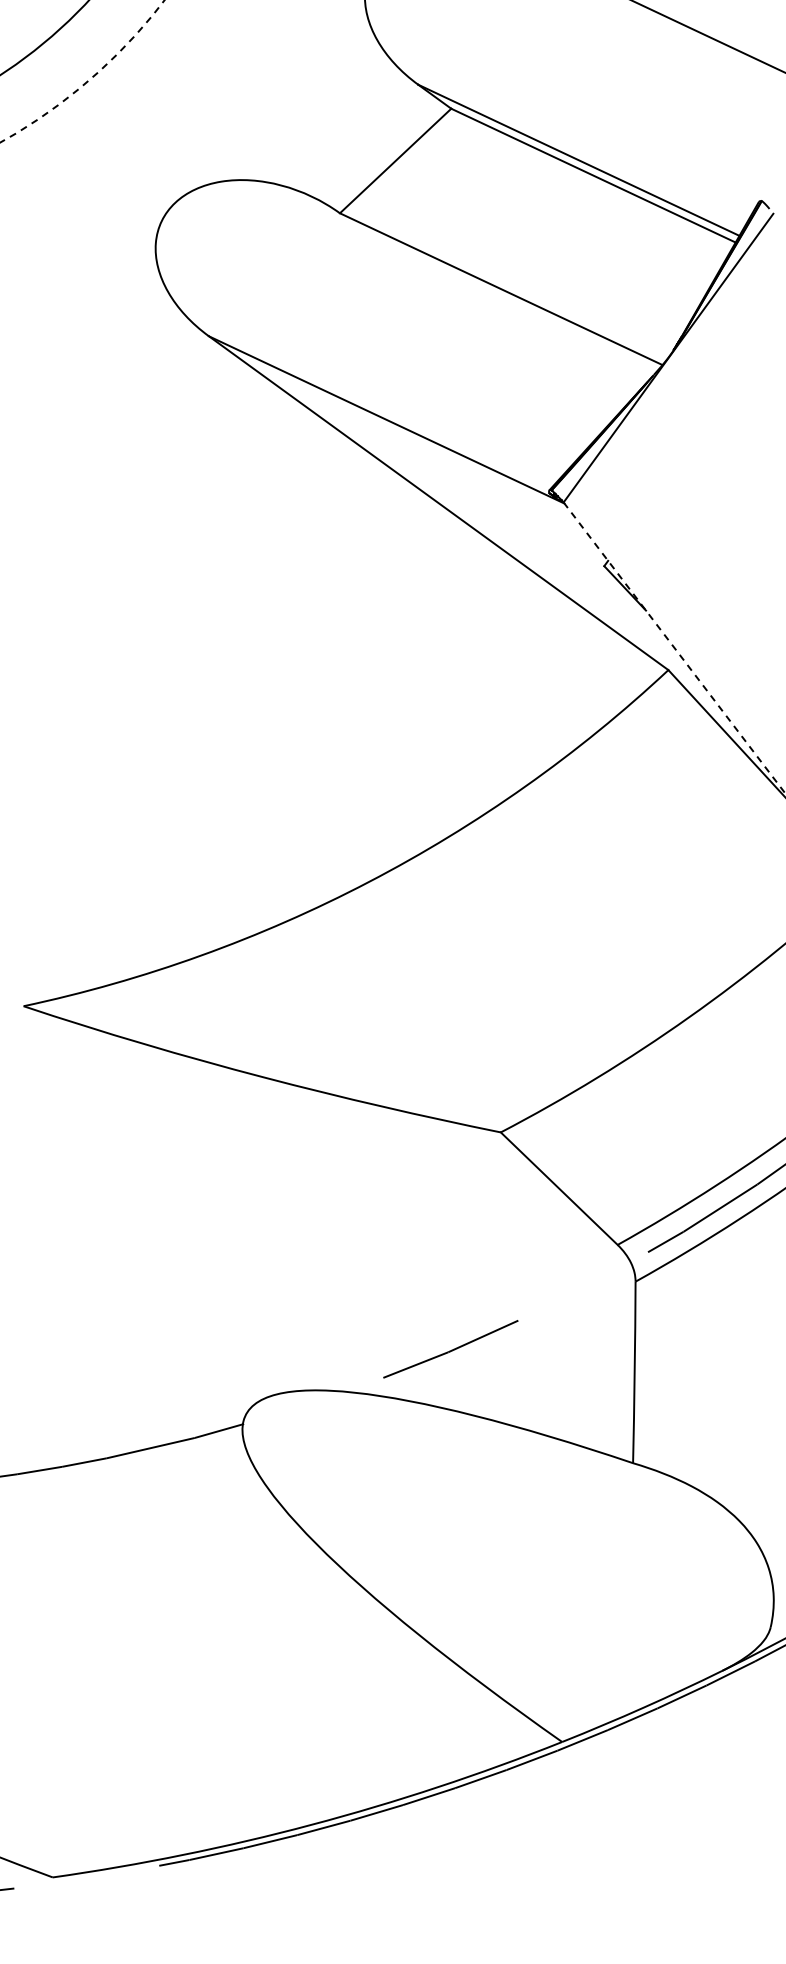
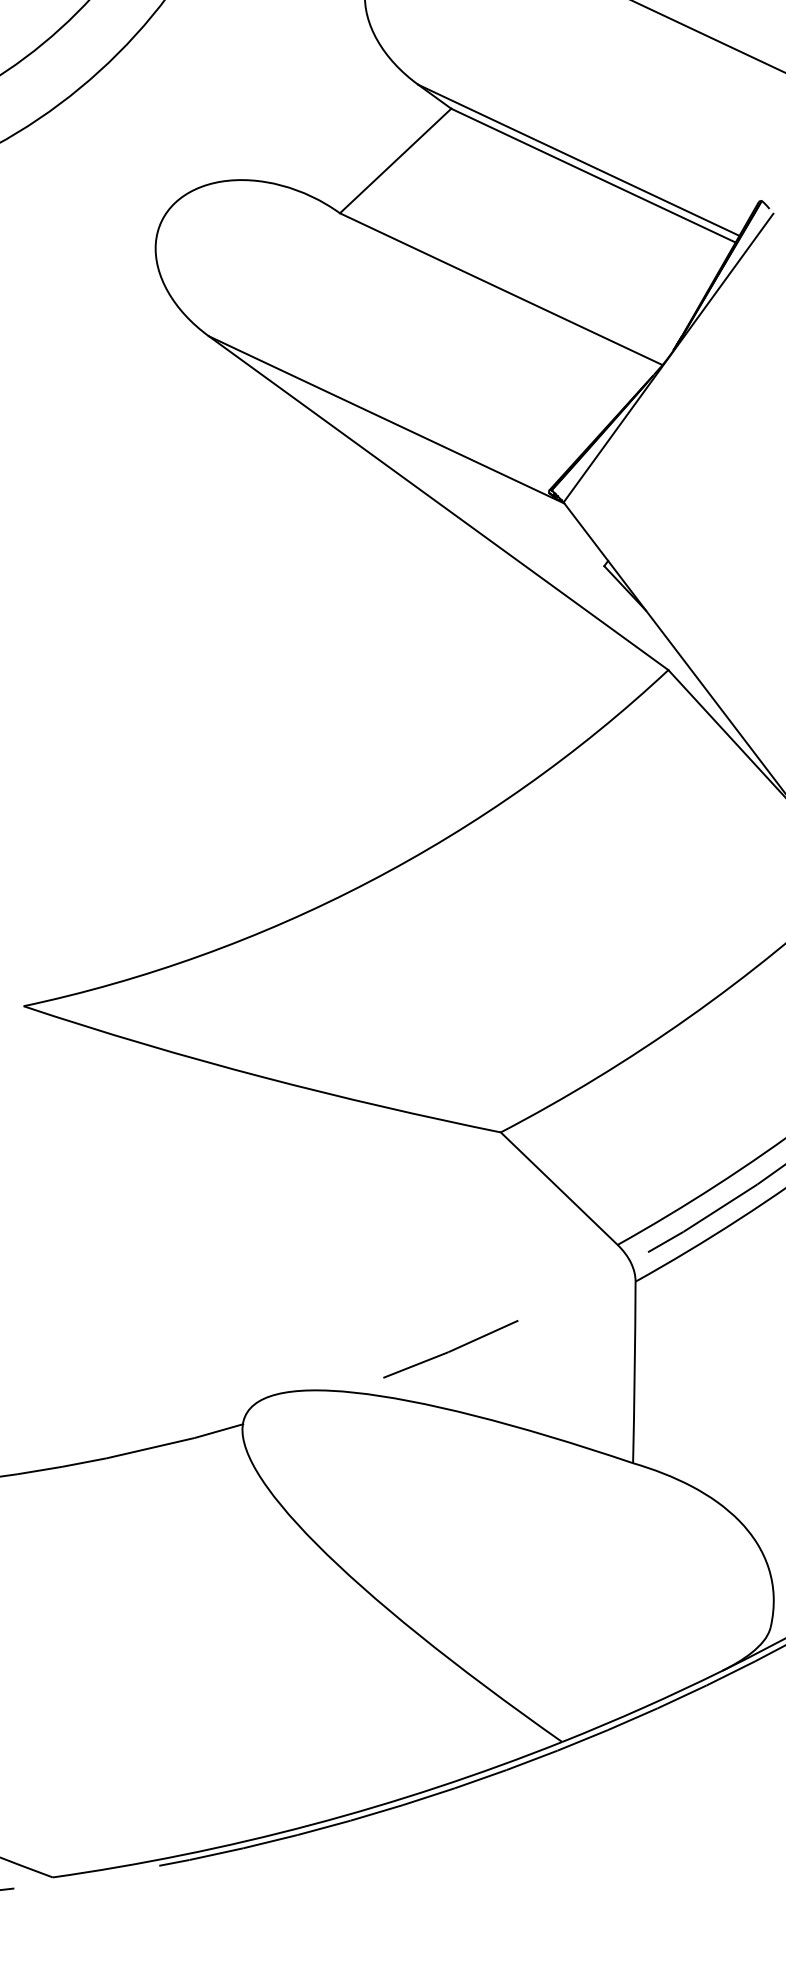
circle at (82, 71): dashed -> solid
line at (675, 648): dashed -> solid
